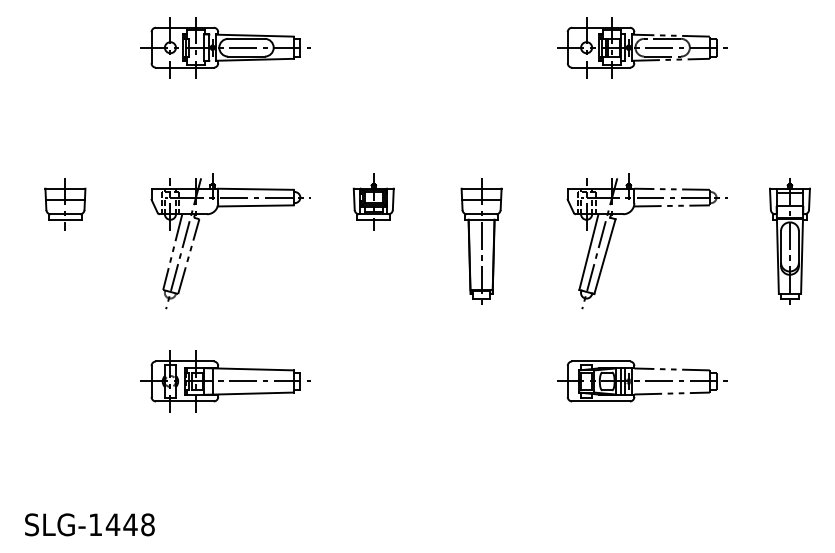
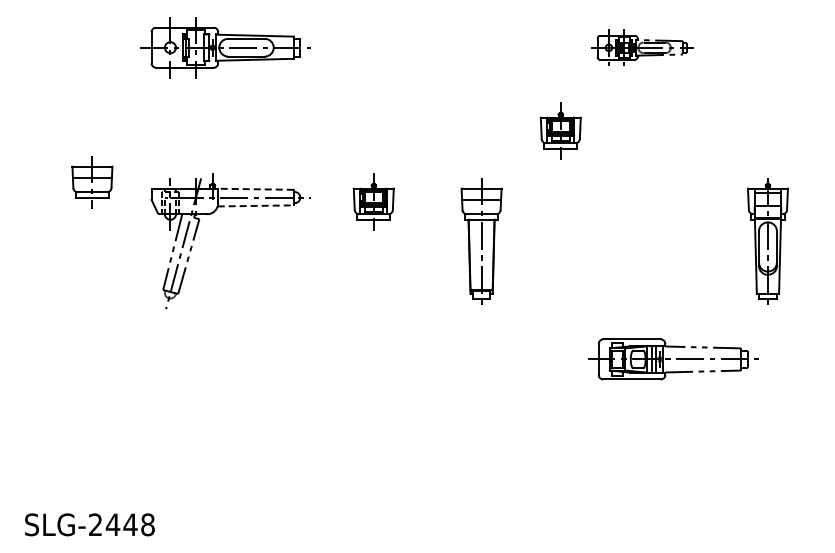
part at (642, 47) size: 171x62 px -> 103x37 px
part at (560, 130): none -> present
line at (255, 189): solid -> dashed
part at (65, 204) position: (65, 204) -> (92, 182)
line at (256, 205): solid -> dashed
part at (629, 213): present -> none
part at (789, 241) position: (789, 241) -> (767, 241)
part at (225, 381): present -> none
part at (642, 381) position: (642, 381) -> (673, 359)
text at (95, 524): SLG-1448 -> SLG-2448
